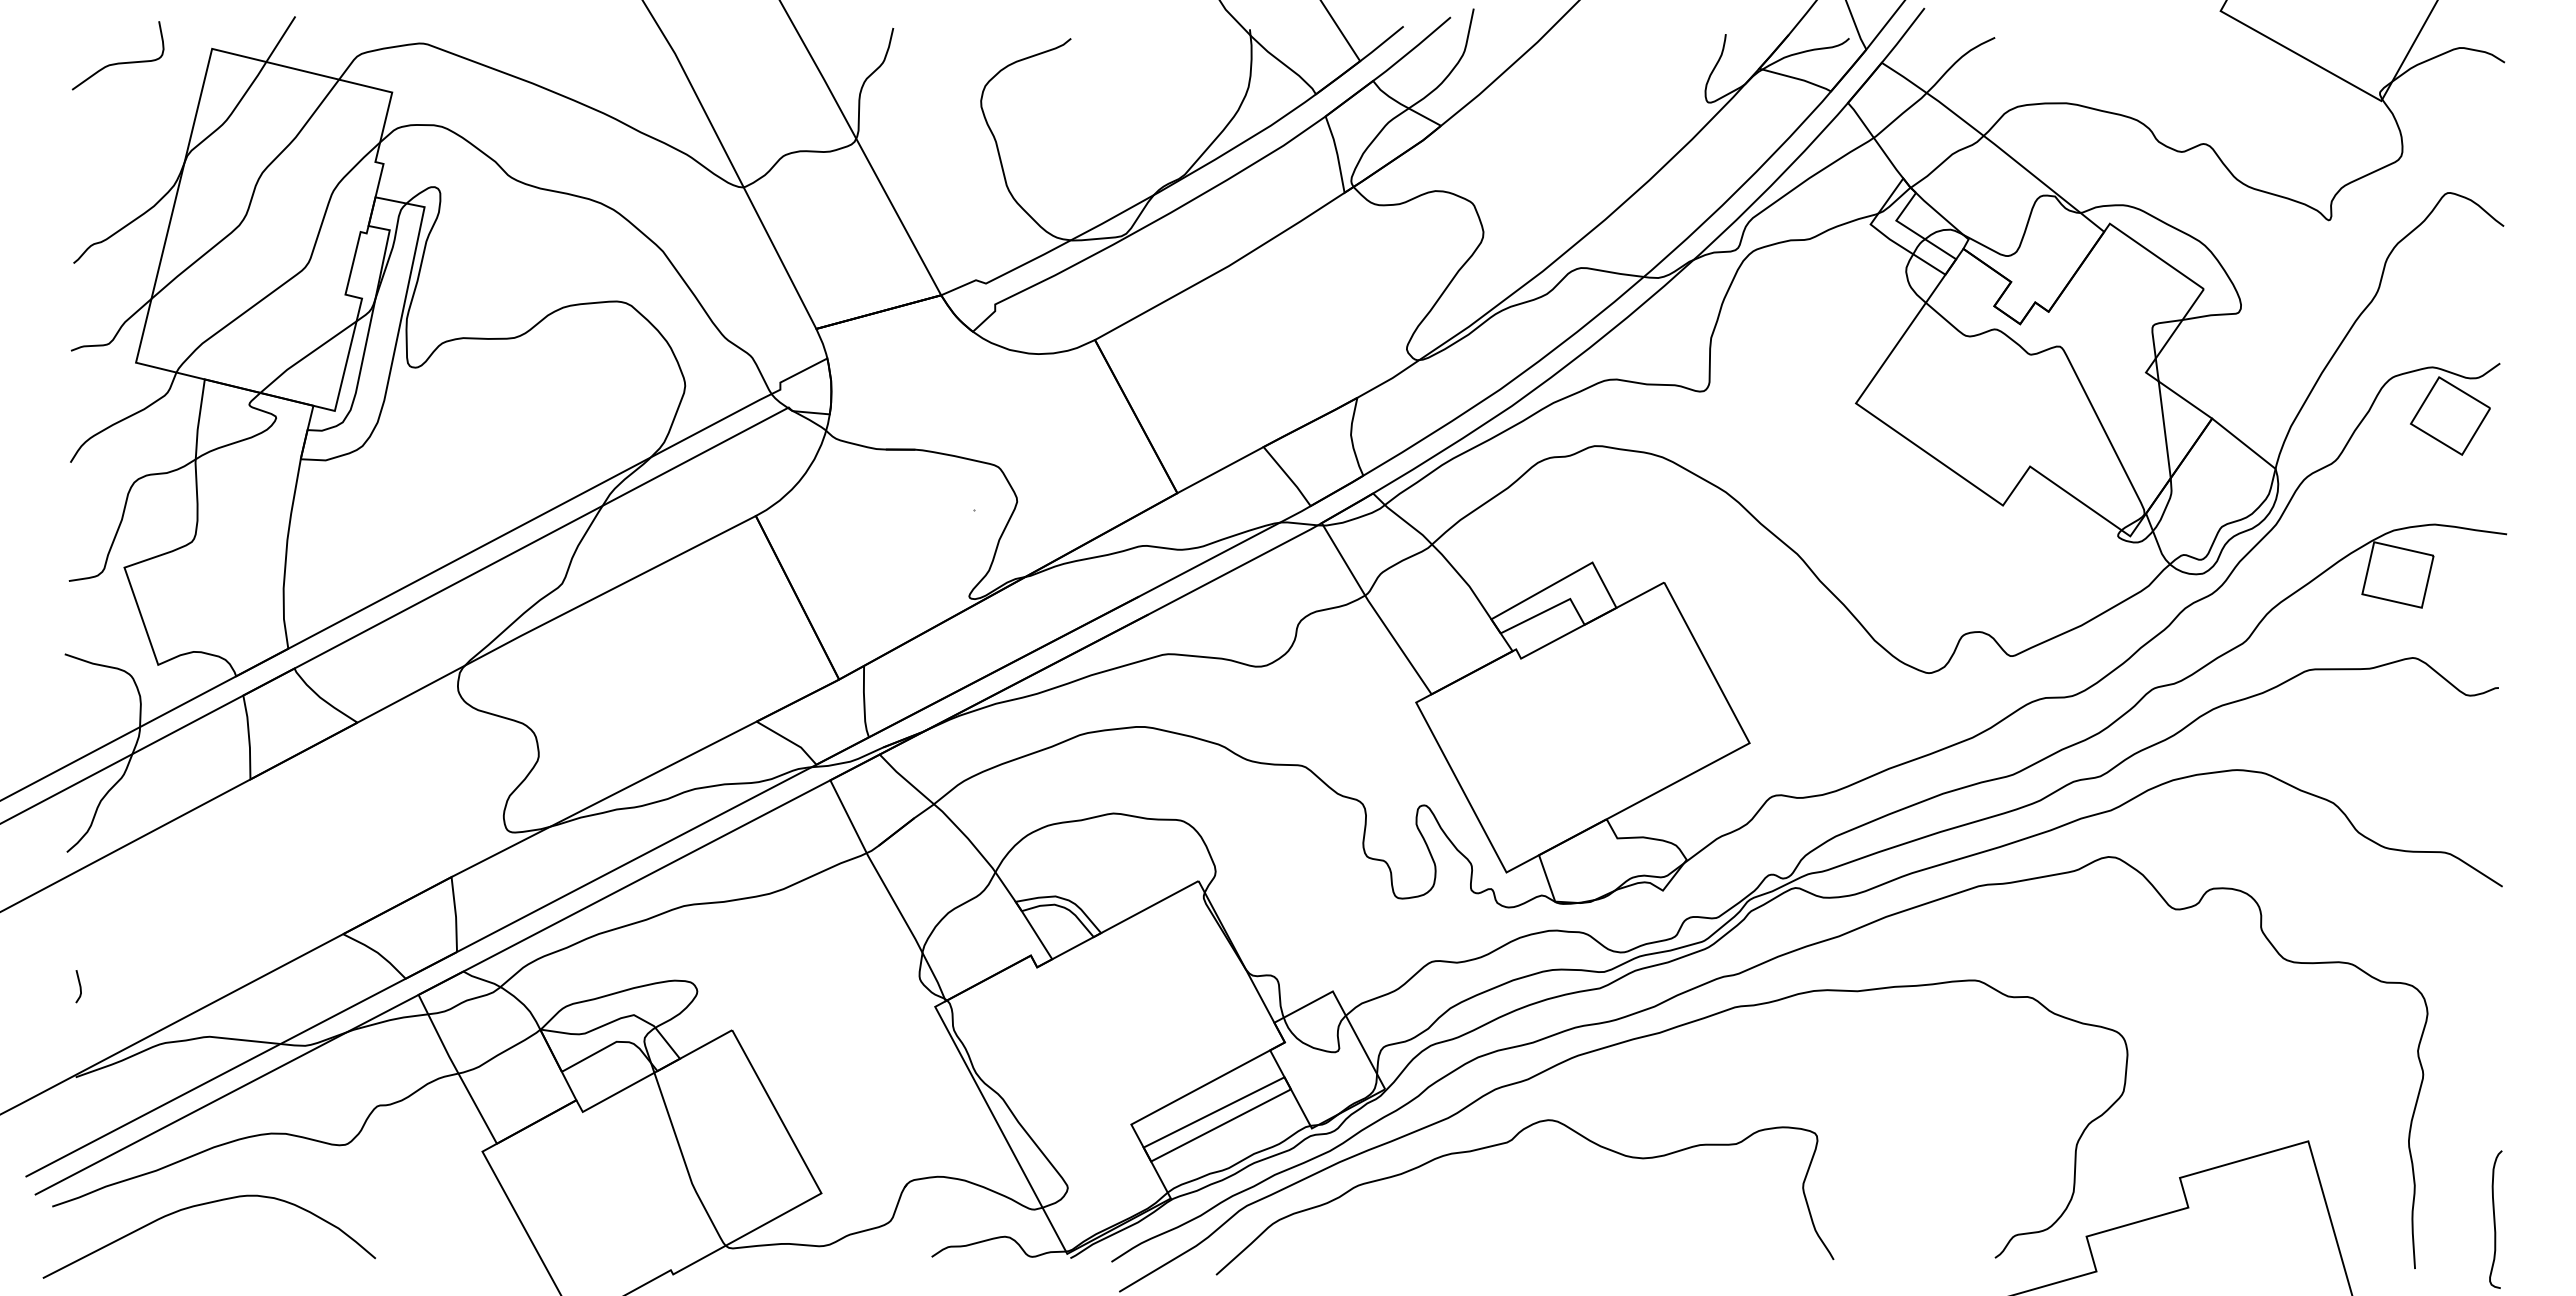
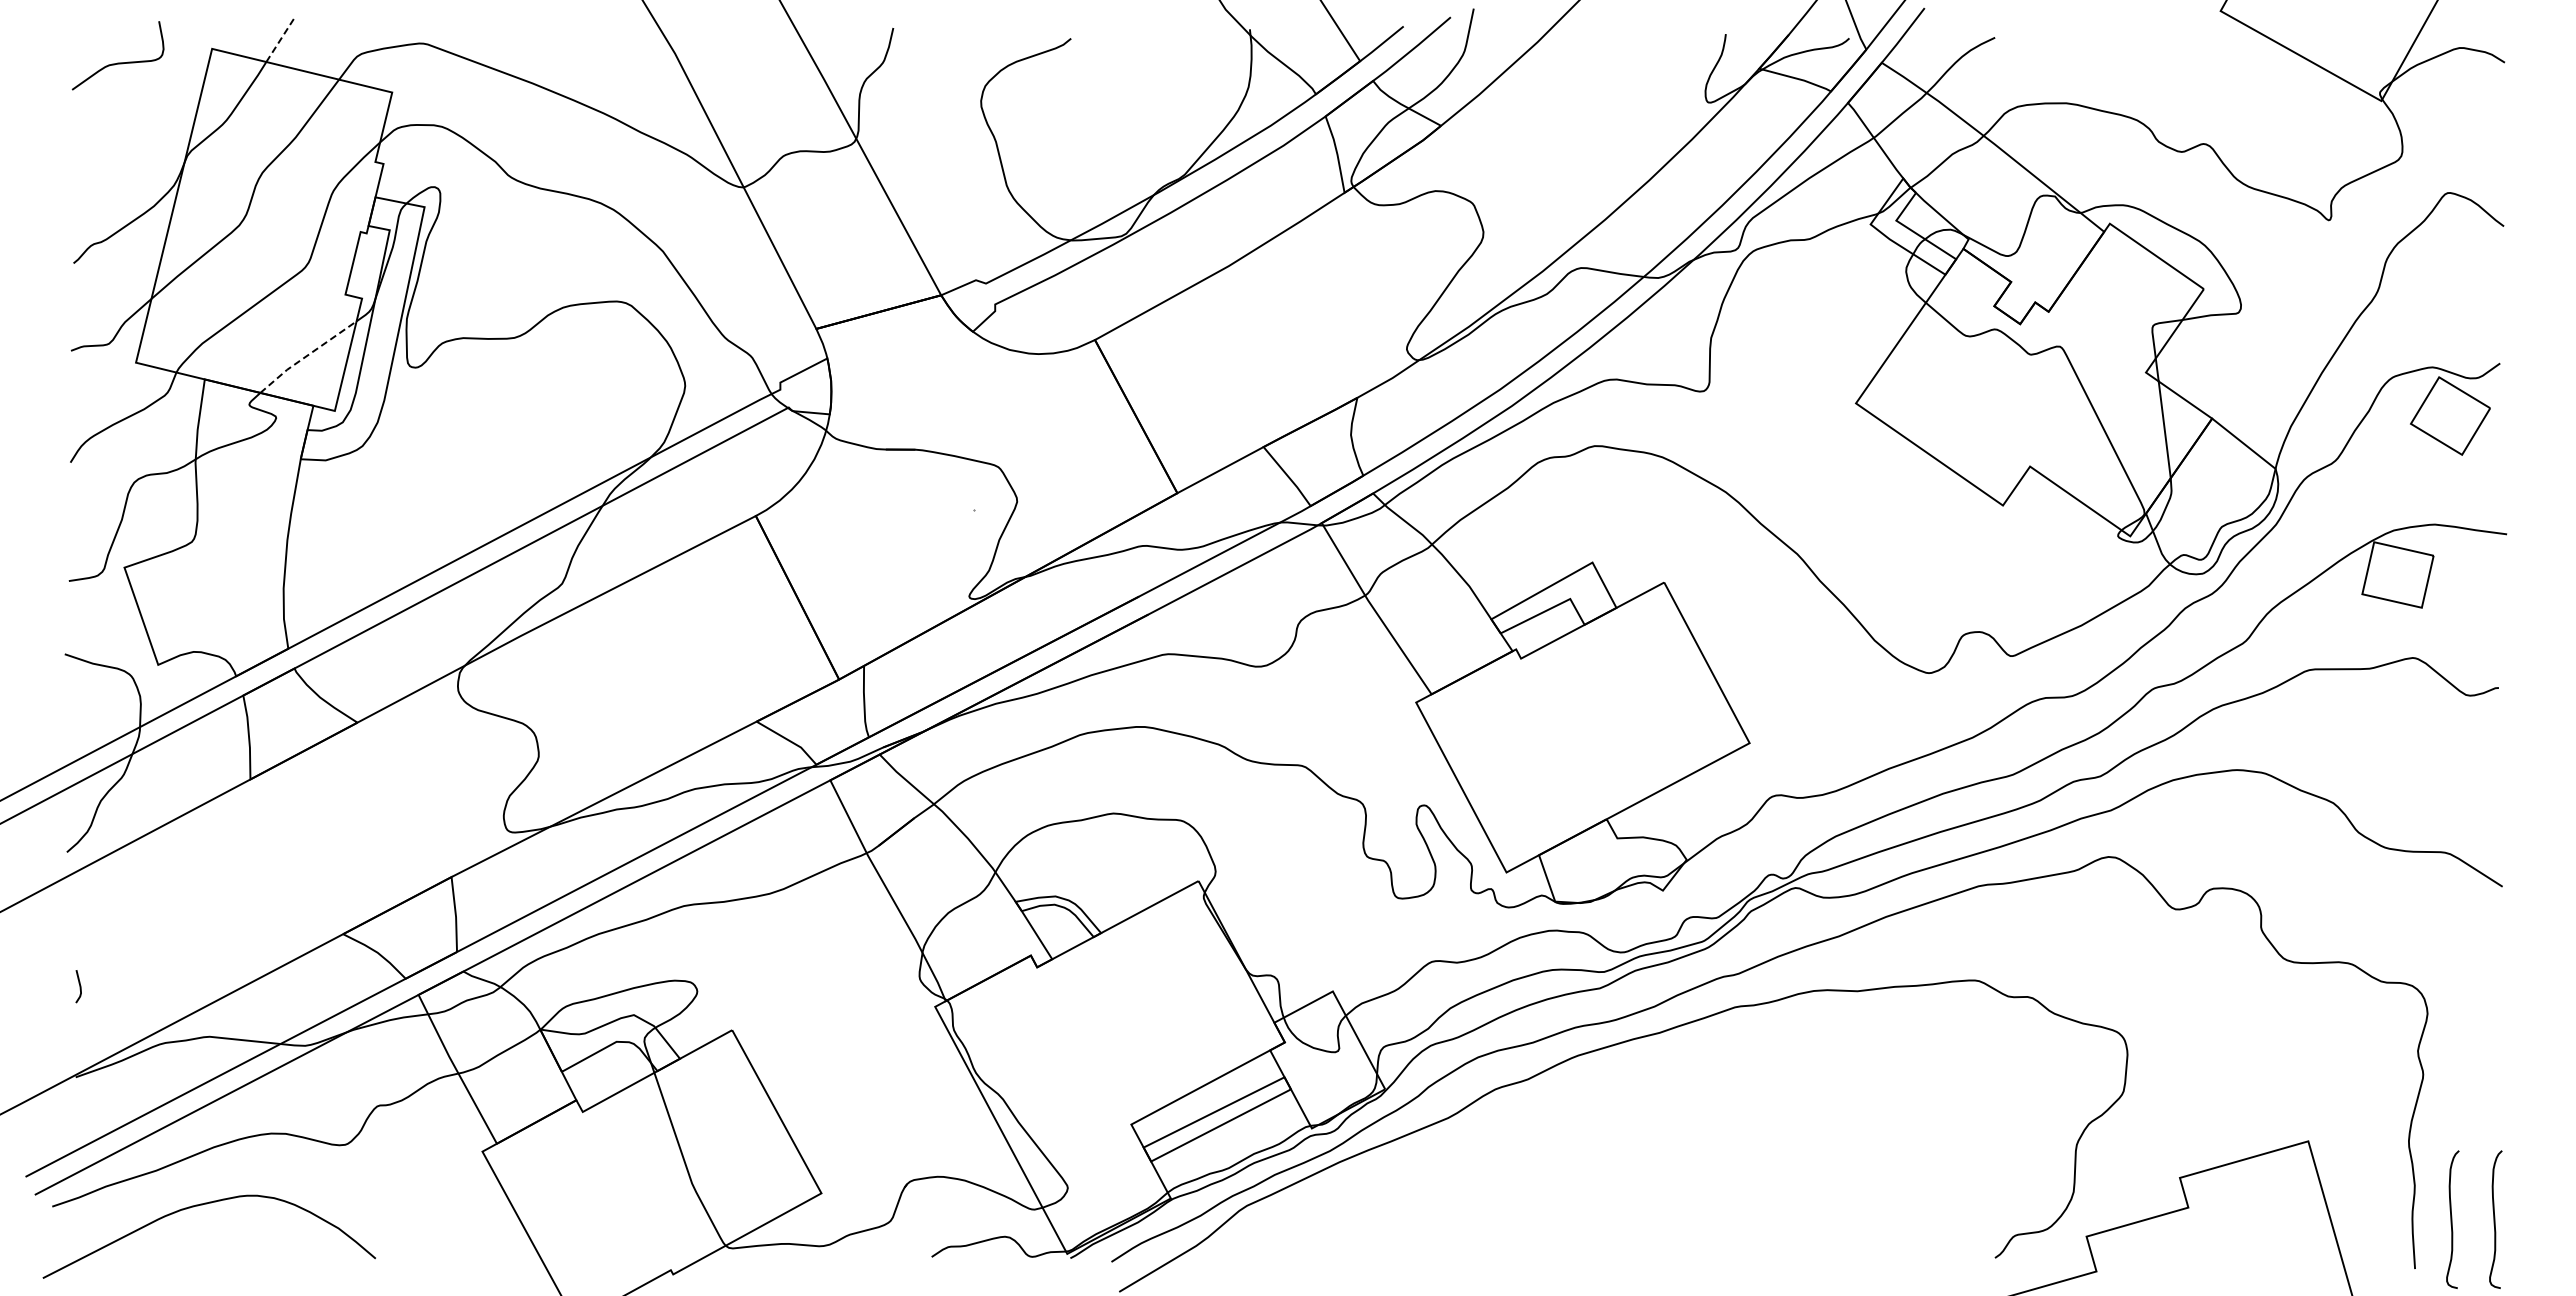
line at (281, 38): solid -> dashed
line at (306, 356): solid -> dashed
curve at (1507, 1143): present -> none
curve at (2452, 1219): none -> present
